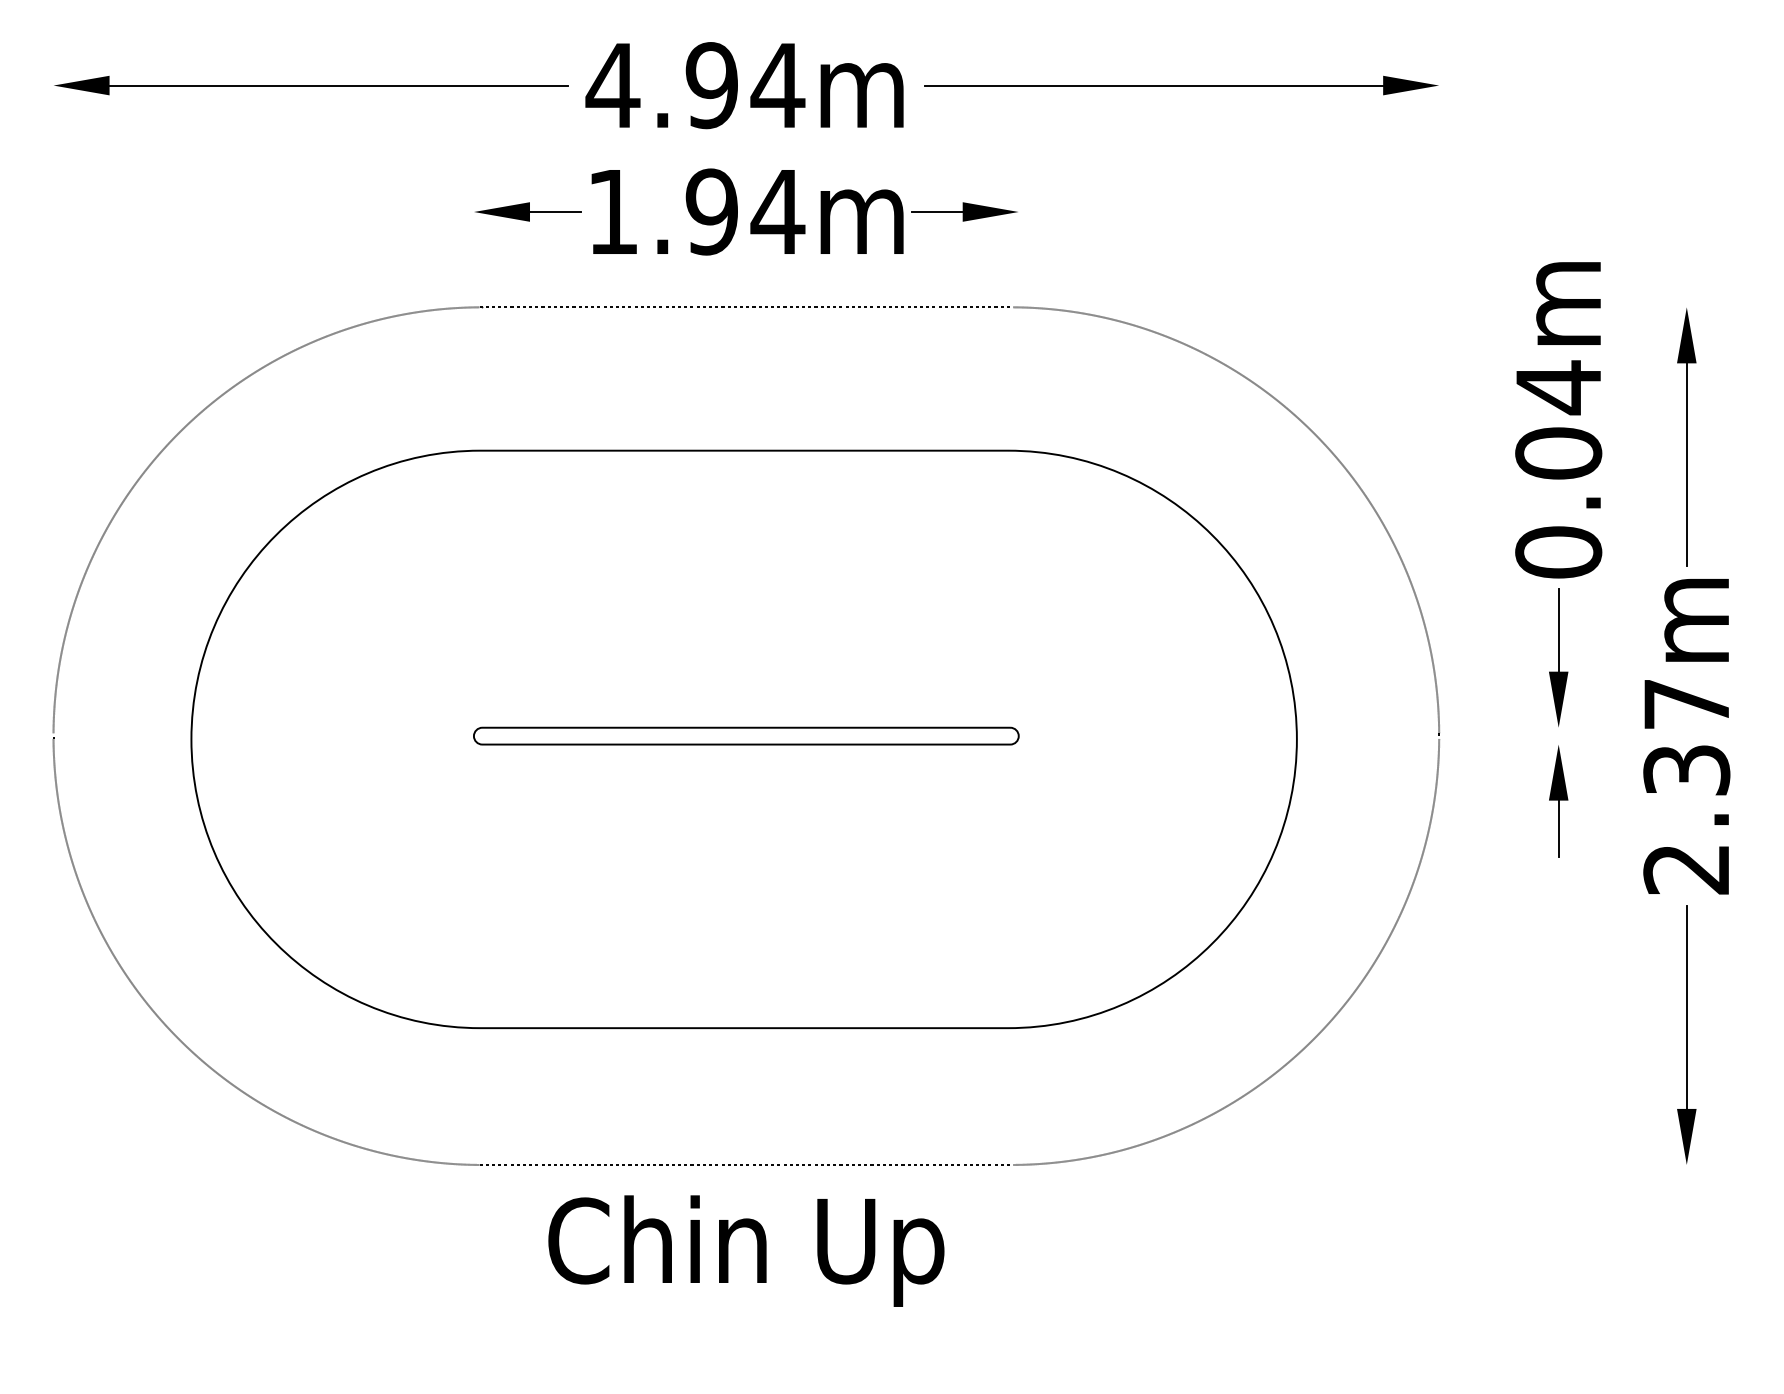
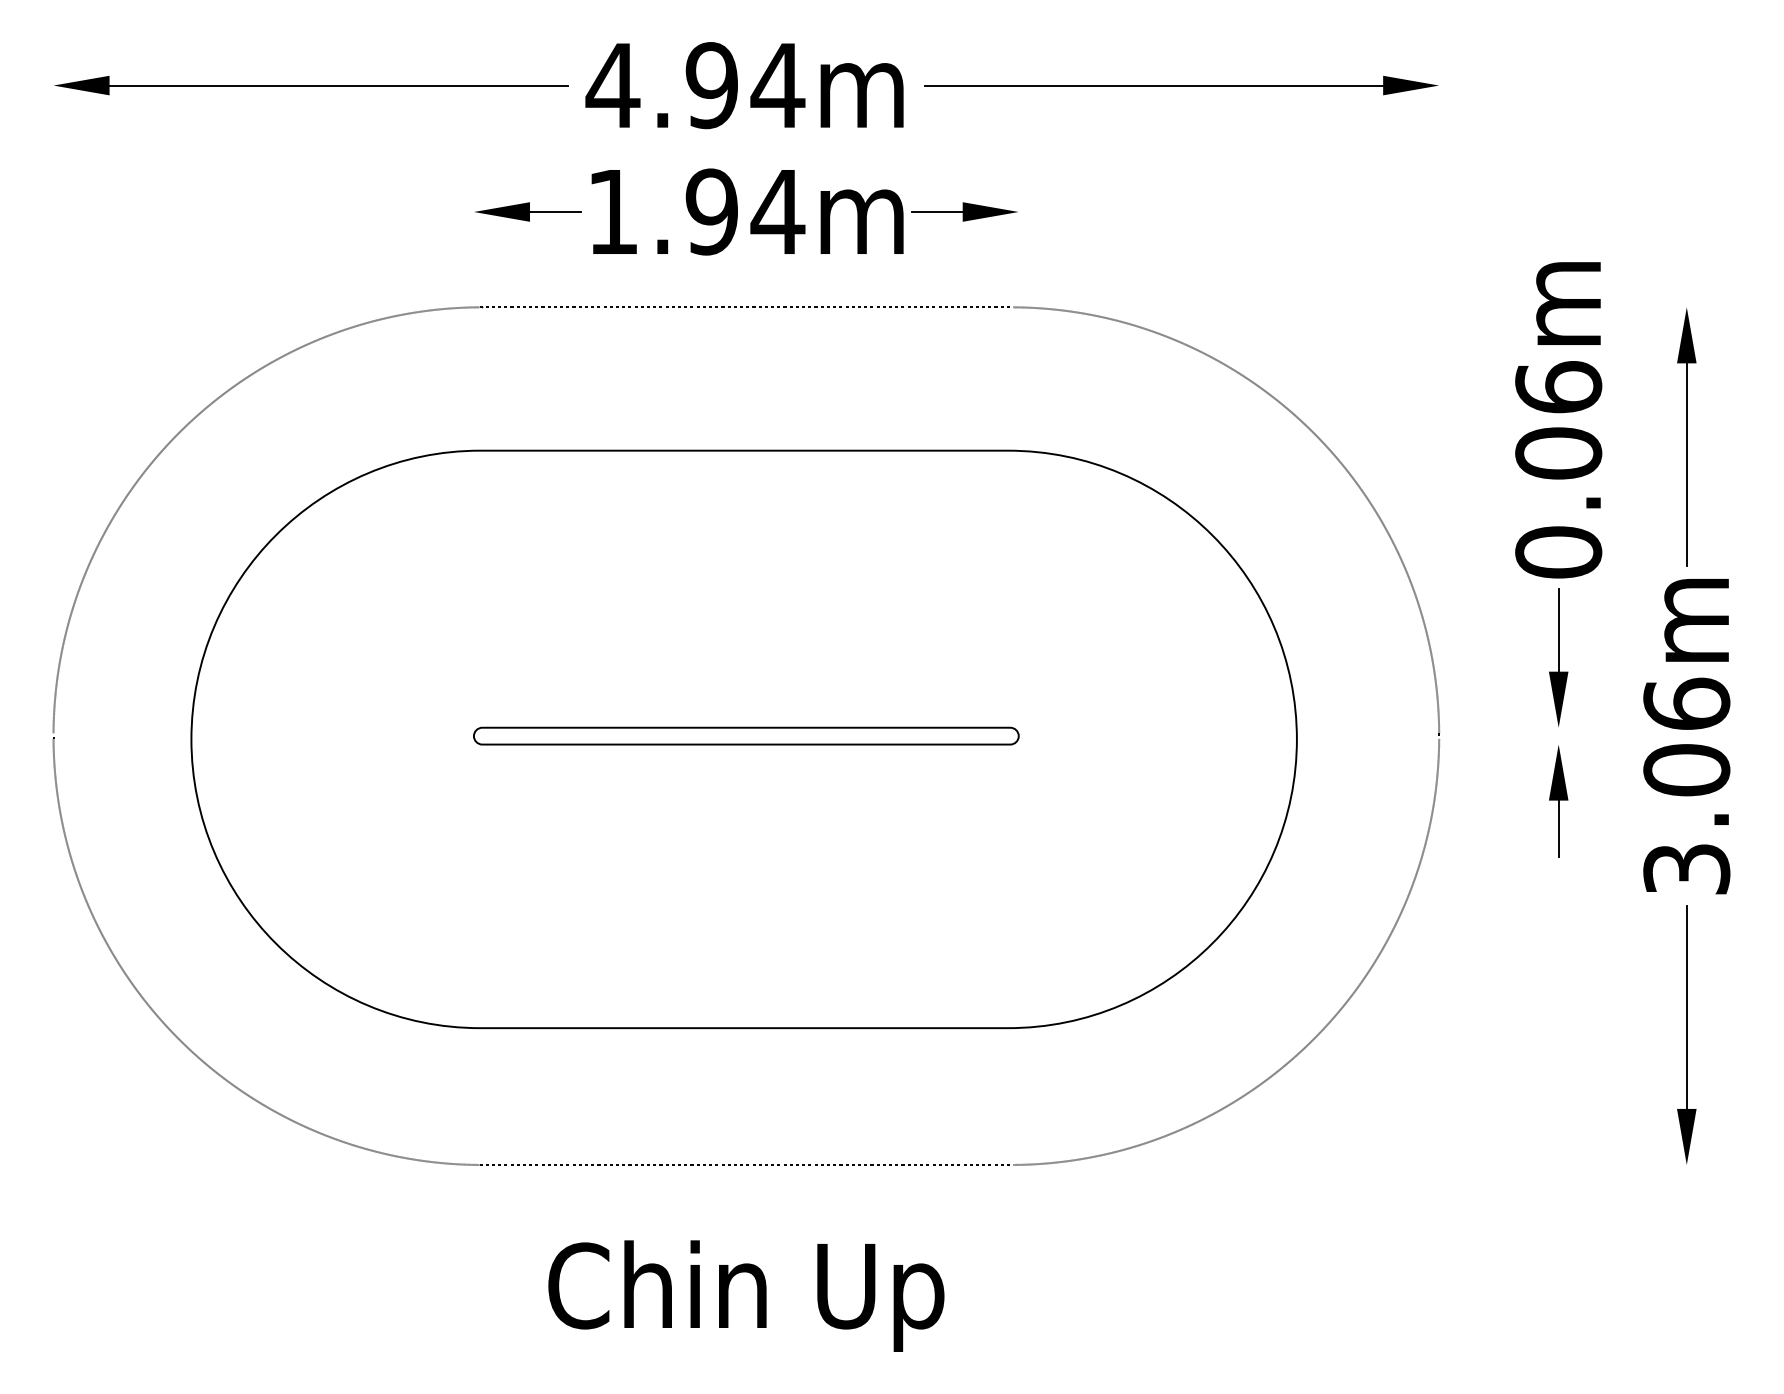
text at (1558, 387): 0.04m -> 0.06m
text at (1686, 785): 2.37m -> 3.06m
text at (746, 1250) position: (746, 1250) -> (746, 1295)
